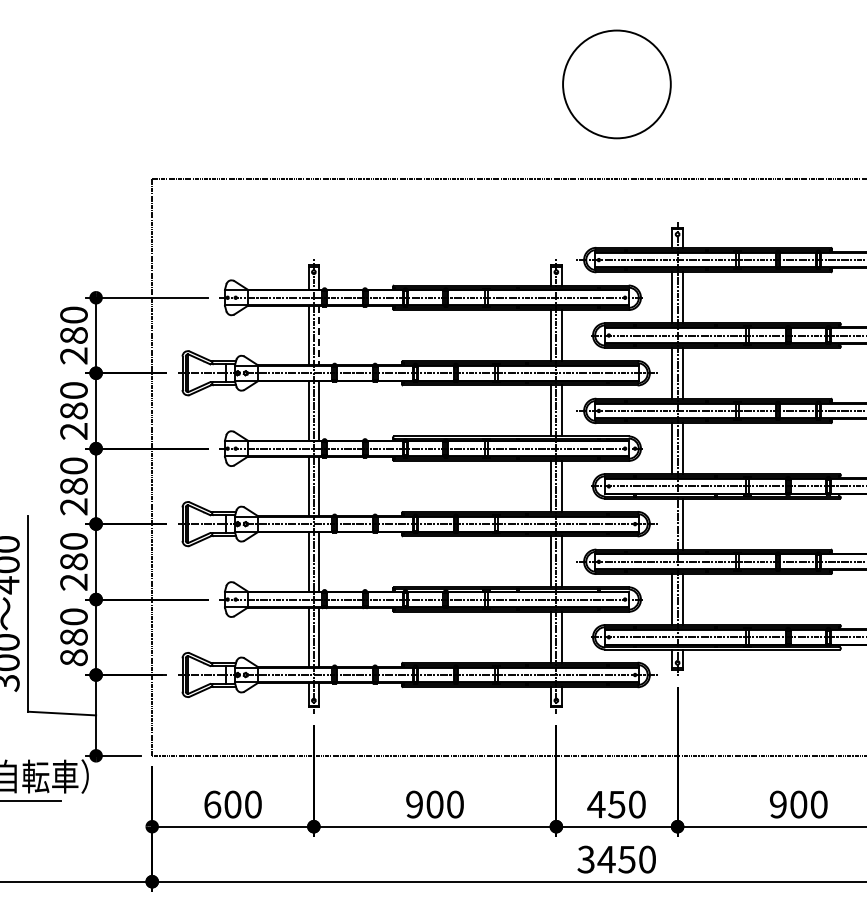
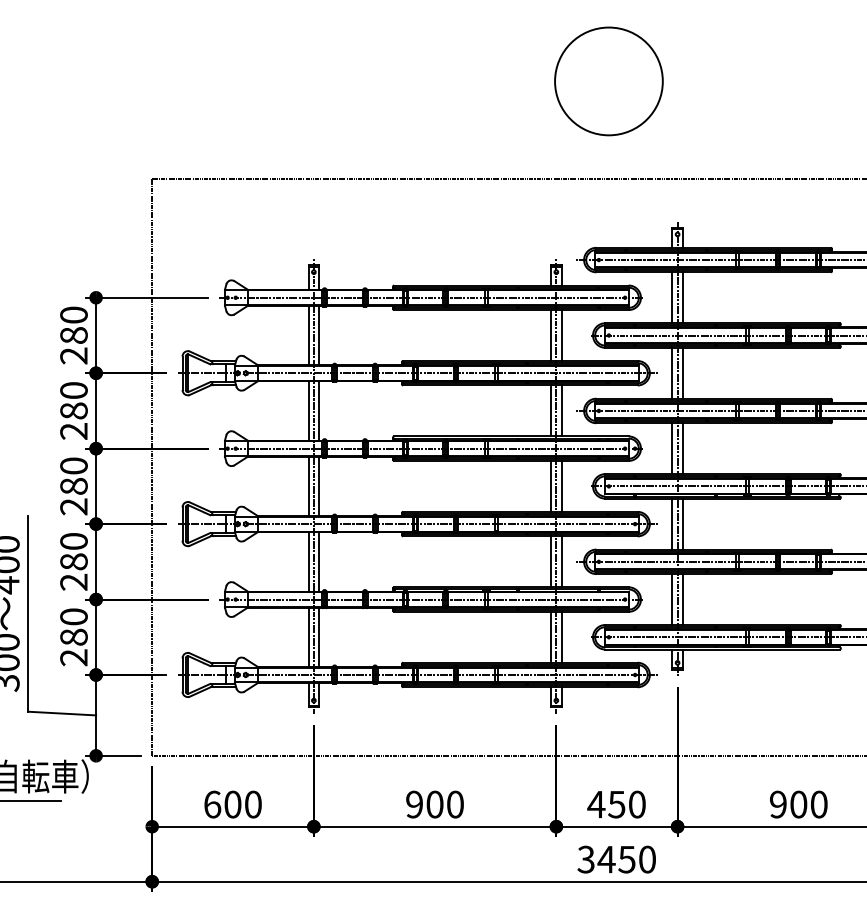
circle at (616, 84) position: (616, 84) -> (608, 81)
line at (319, 335): dashed -> solid
line at (672, 523): none -> present
text at (73, 657): 880 -> 280
